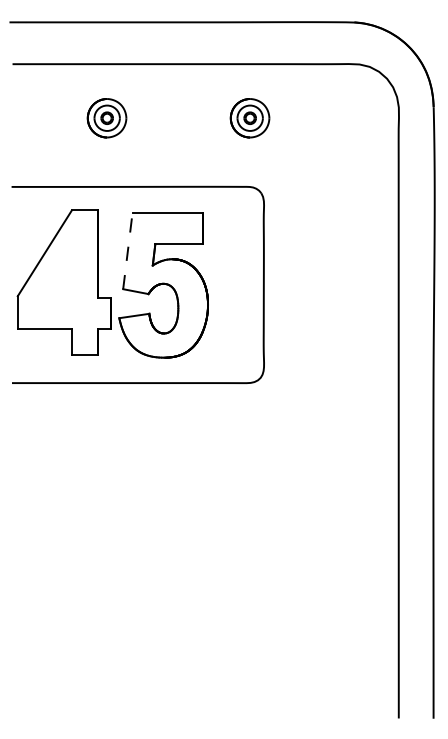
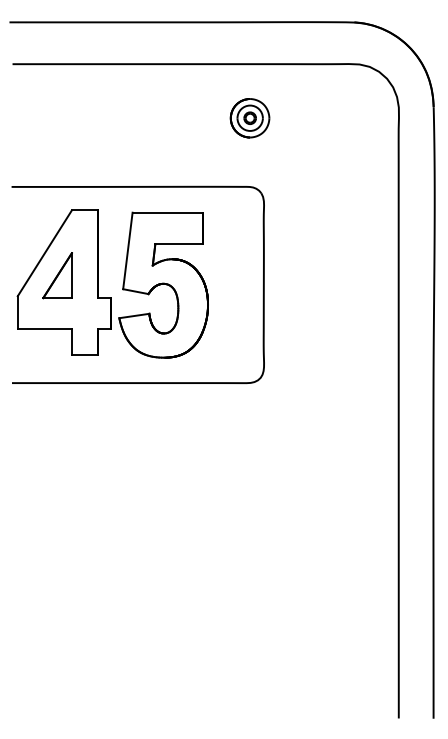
part at (106, 118): present -> none
line at (127, 250): dashed -> solid
part at (57, 275): none -> present
